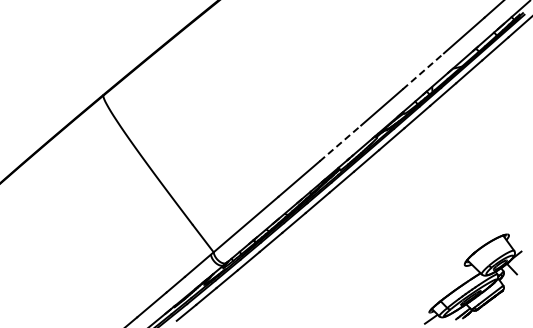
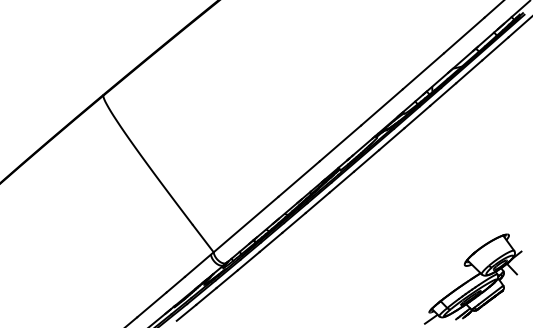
line at (423, 71): dashed -> solid
line at (340, 143): dashed -> solid
